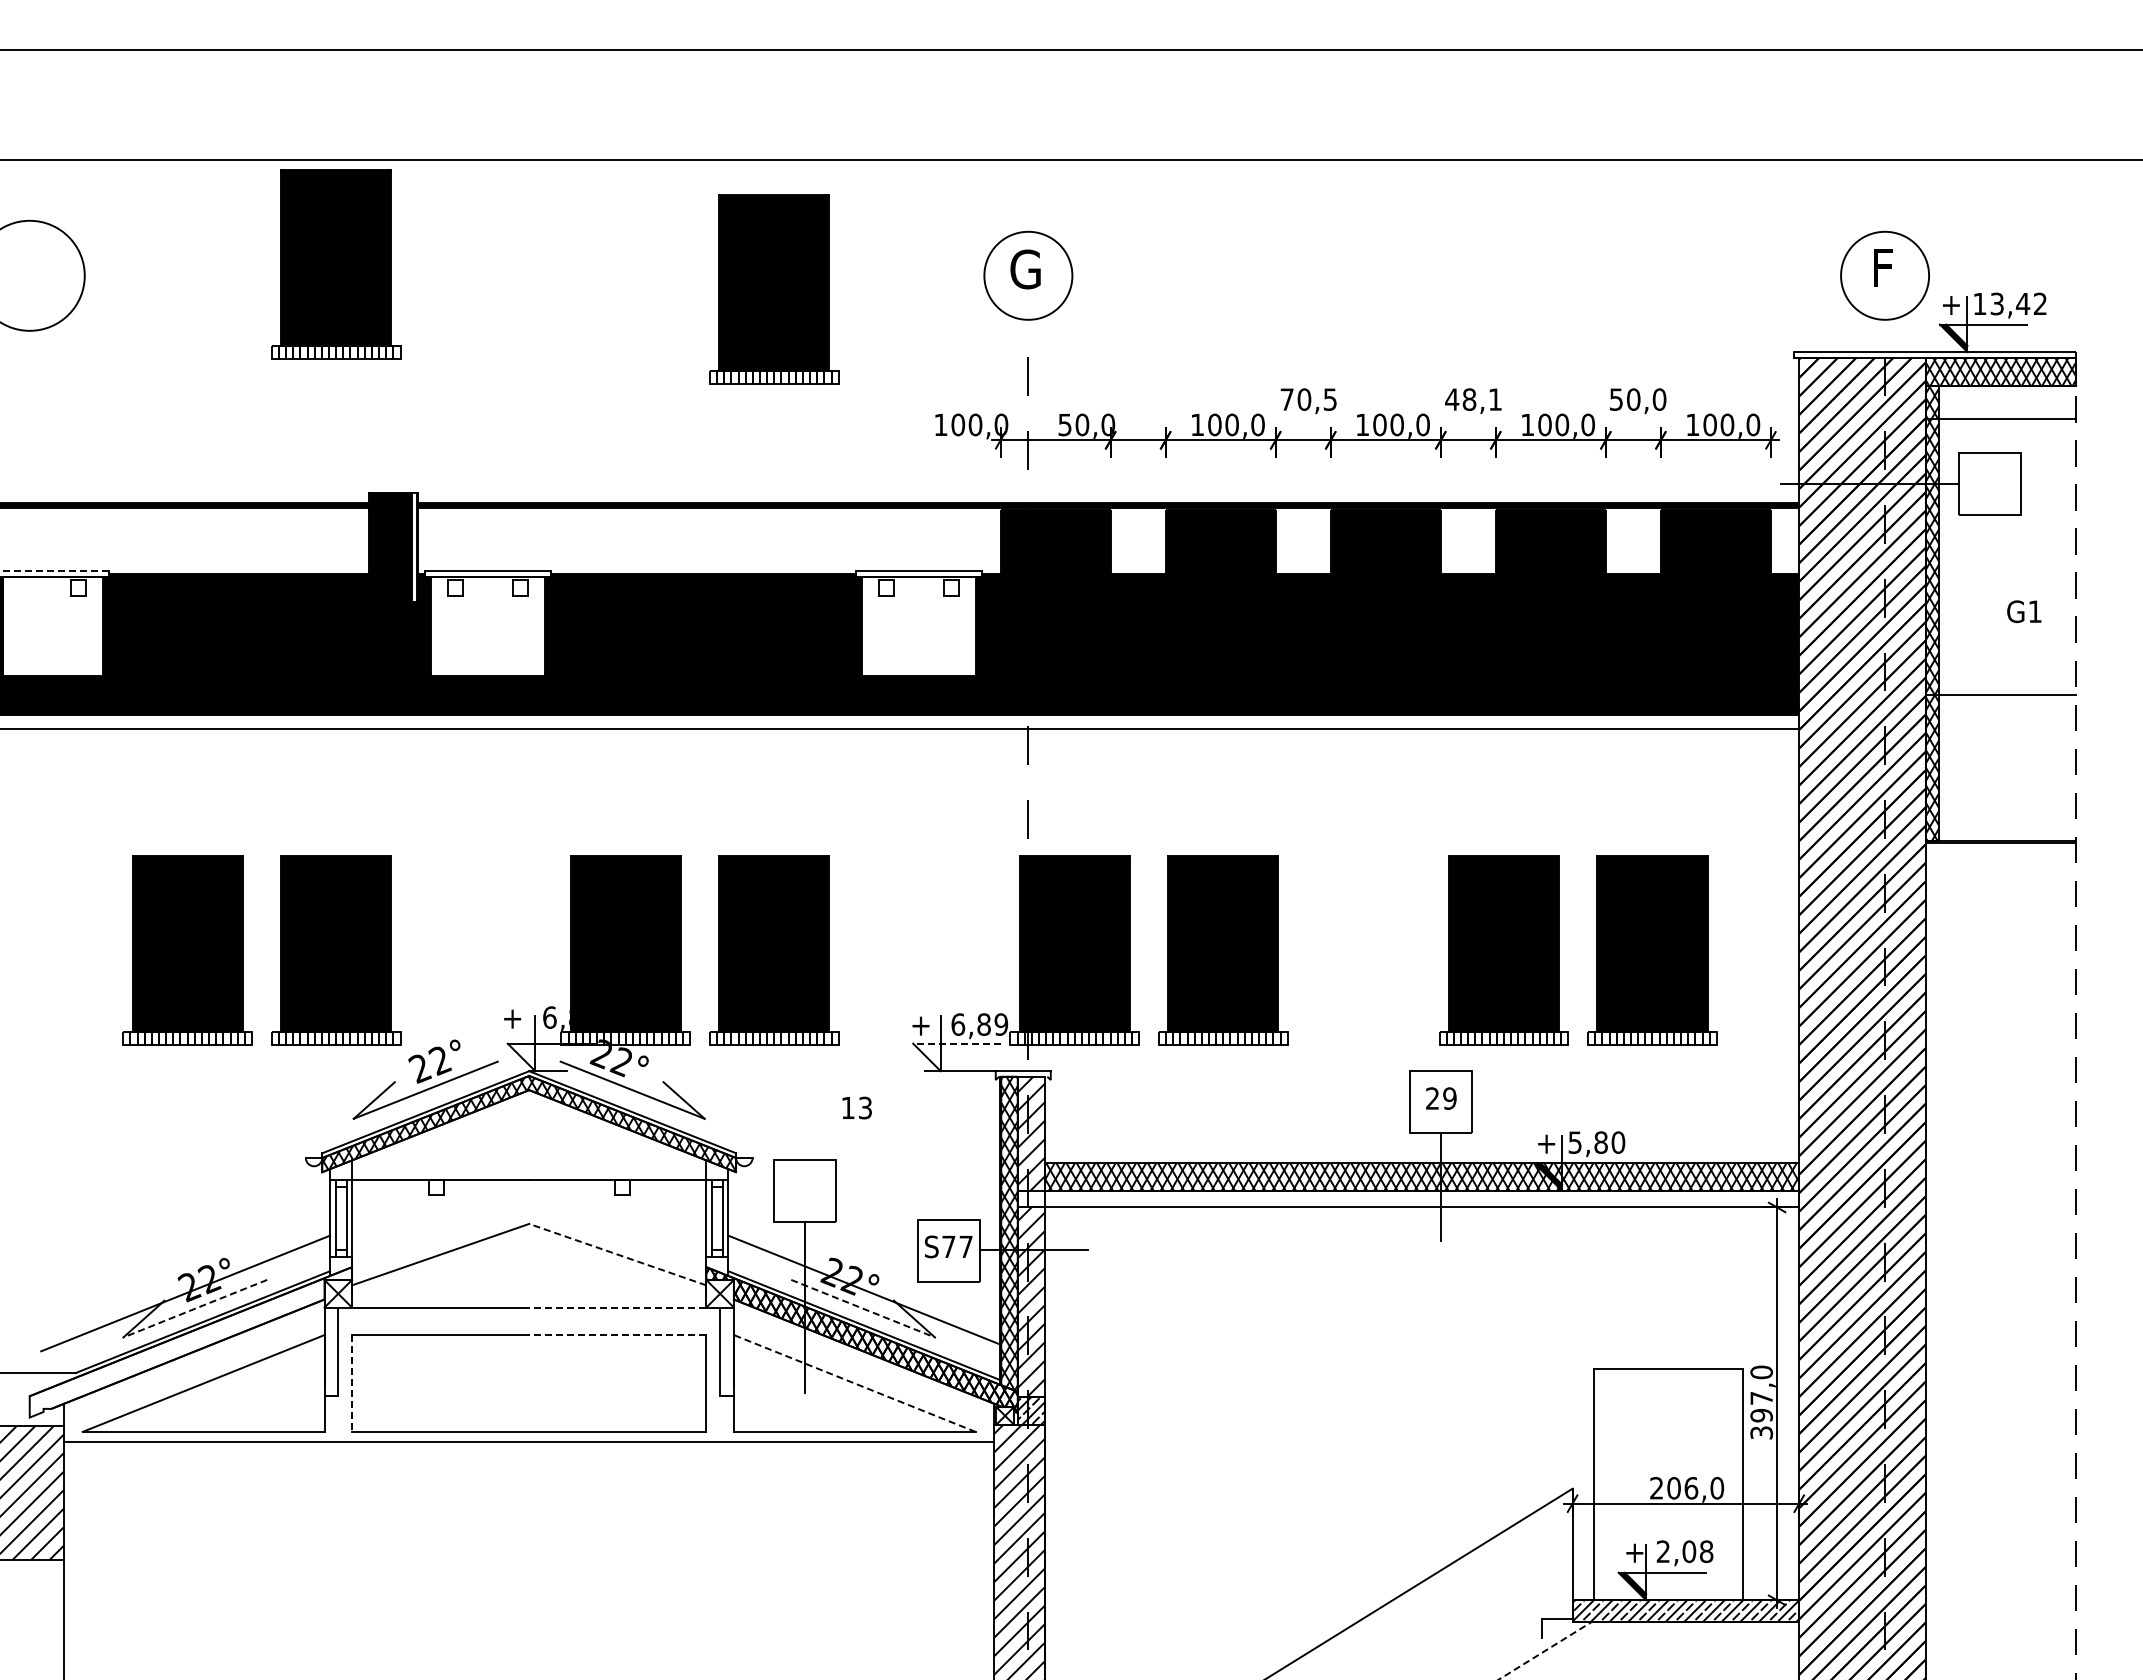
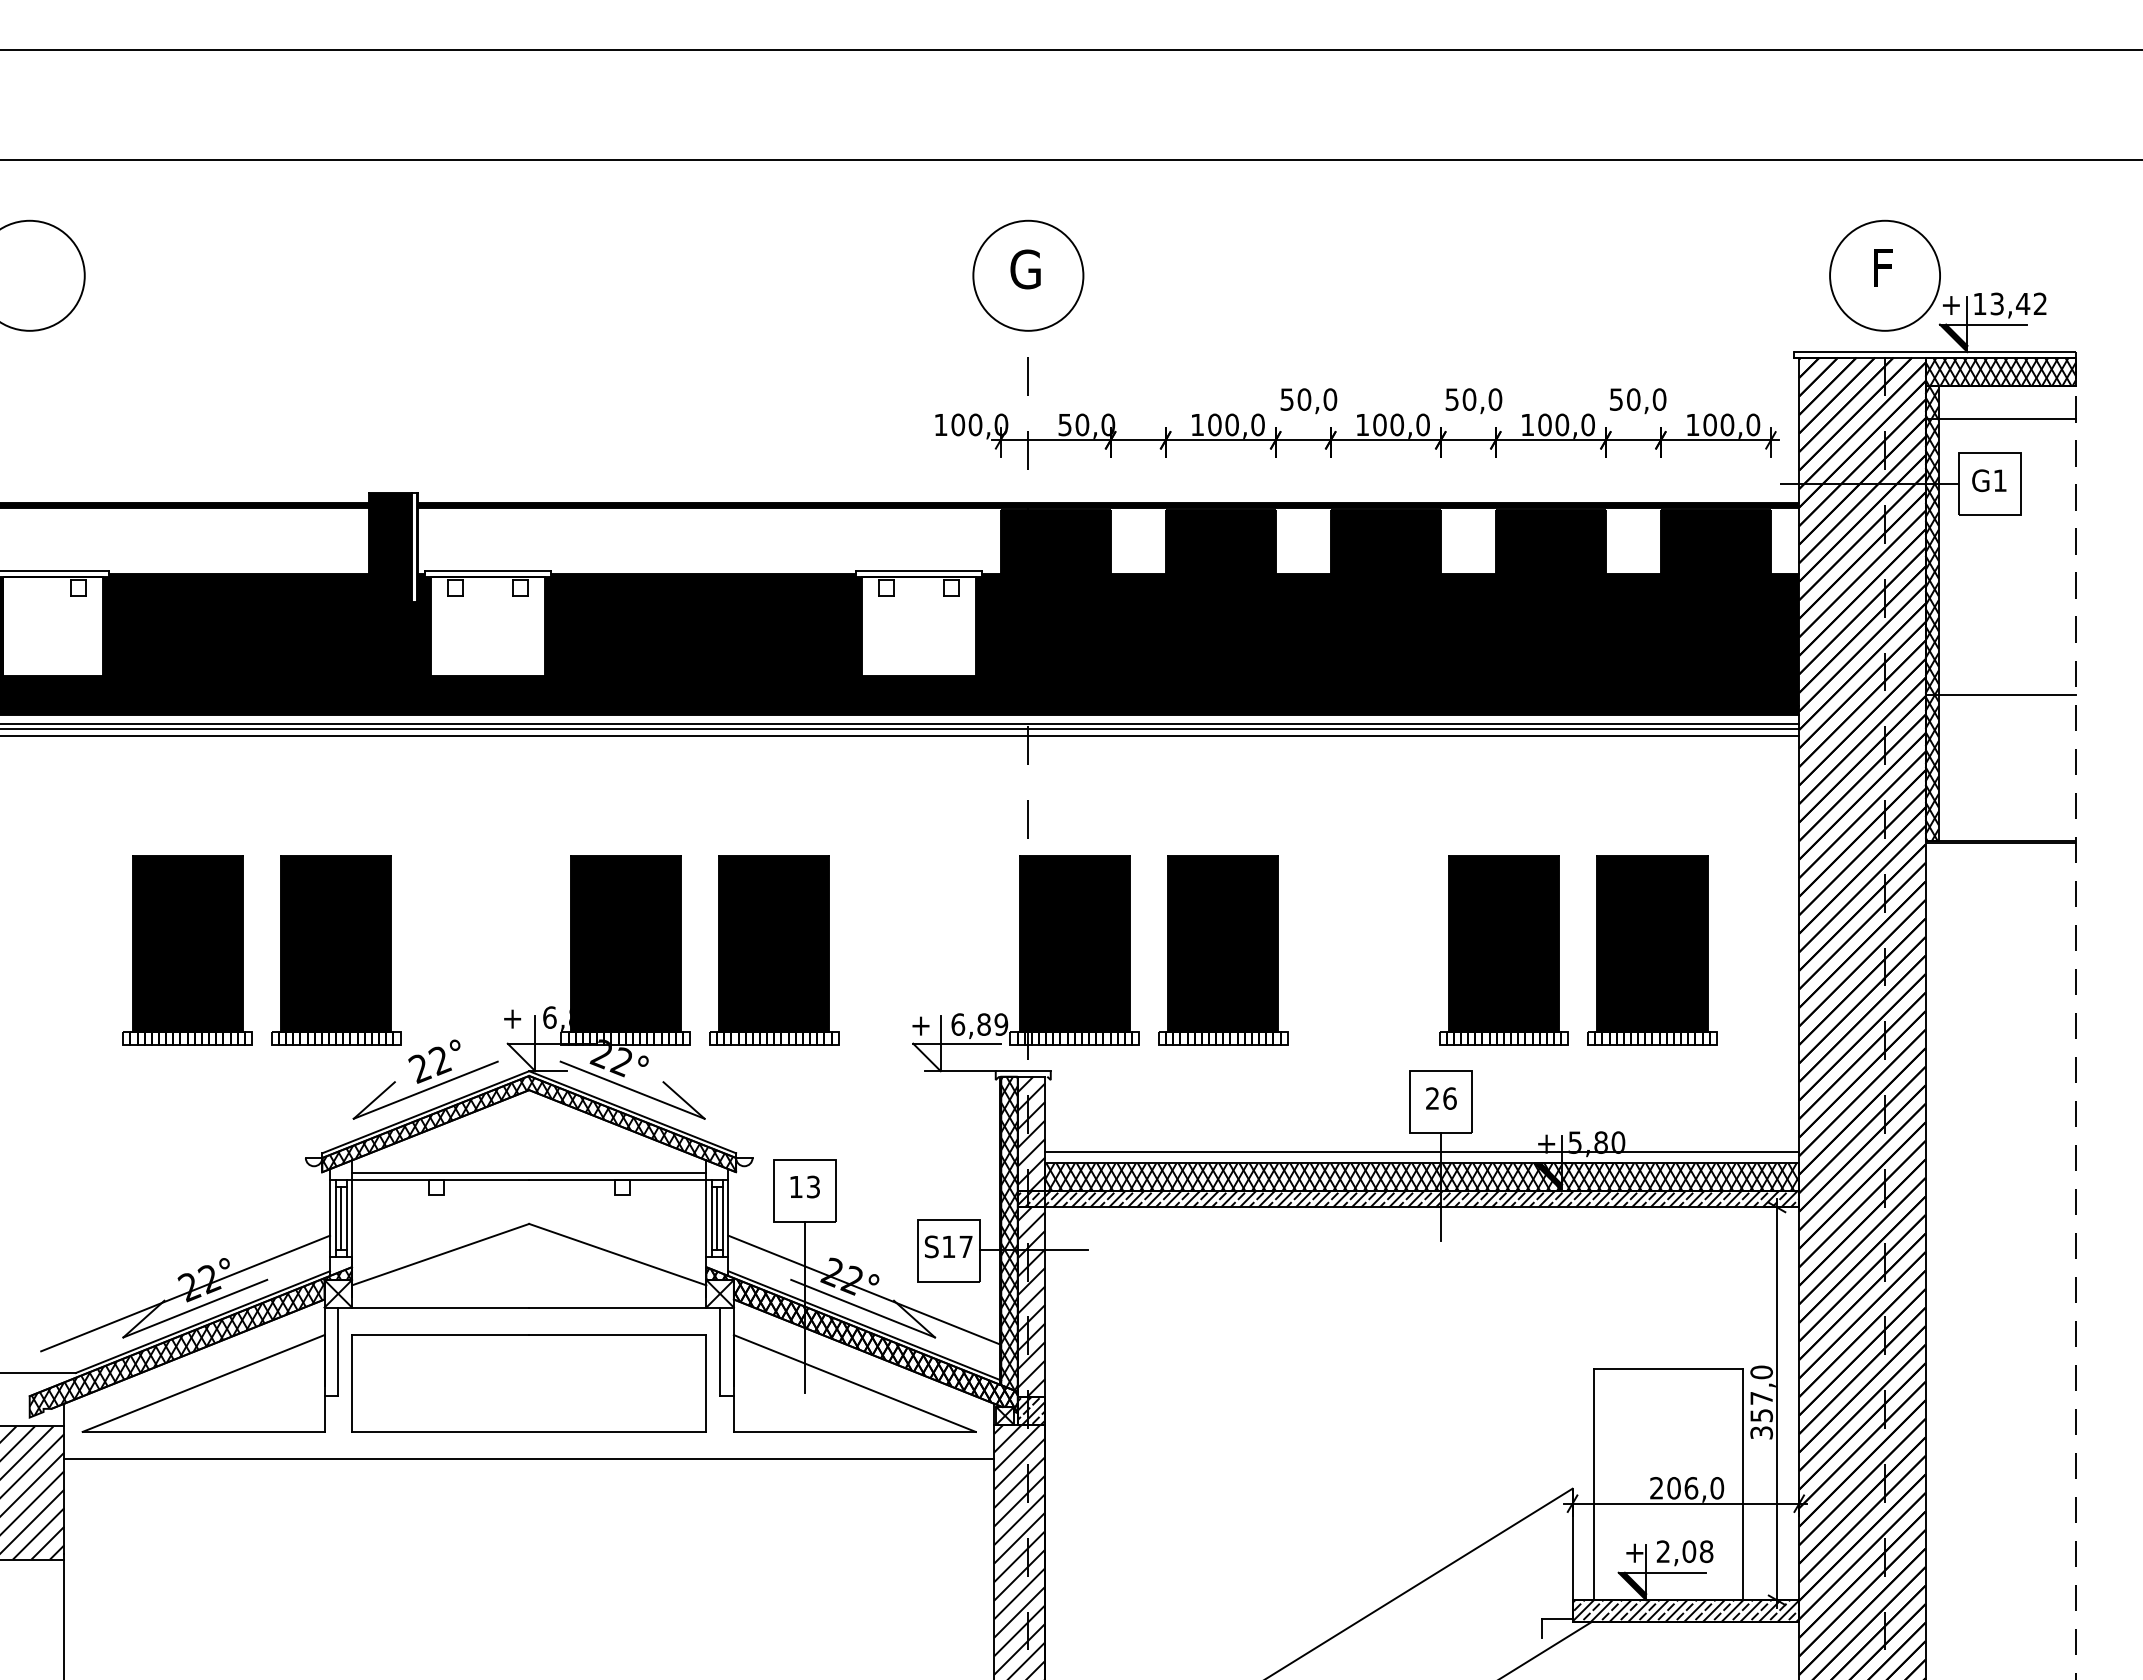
part at (336, 264): present -> none
circle at (1028, 275) diameter: 88 px -> 110 px
circle at (1885, 275) diameter: 88 px -> 110 px
part at (774, 289): present -> none
text at (1308, 399): 70,5 -> 50,0
text at (1473, 399): 48,1 -> 50,0
line at (54, 571): dashed -> solid
text at (2024, 611) position: (2024, 611) -> (1989, 480)
line at (900, 723): none -> present
line at (900, 736): none -> present
line at (957, 1043): dashed -> solid
text at (1449, 1098): 29 -> 26
text at (856, 1107) position: (856, 1107) -> (804, 1186)
line at (1422, 1152): none -> present
line at (529, 1173): none -> present
hatch at (1408, 1198): none -> present
line at (341, 1218): none -> present
line at (717, 1218): none -> present
text at (948, 1246): S77 -> S17
line at (617, 1254): dashed -> solid
line at (617, 1307): dashed -> solid
line at (194, 1308): dashed -> solid
line at (863, 1308): dashed -> solid
line at (617, 1335): dashed -> solid
hatch at (190, 1342): none -> present
line at (854, 1383): dashed -> solid
line at (352, 1384): dashed -> solid
text at (1761, 1415): 397,0 -> 357,0
line at (529, 1442) position: (529, 1442) -> (529, 1459)
line at (1545, 1650): dashed -> solid
